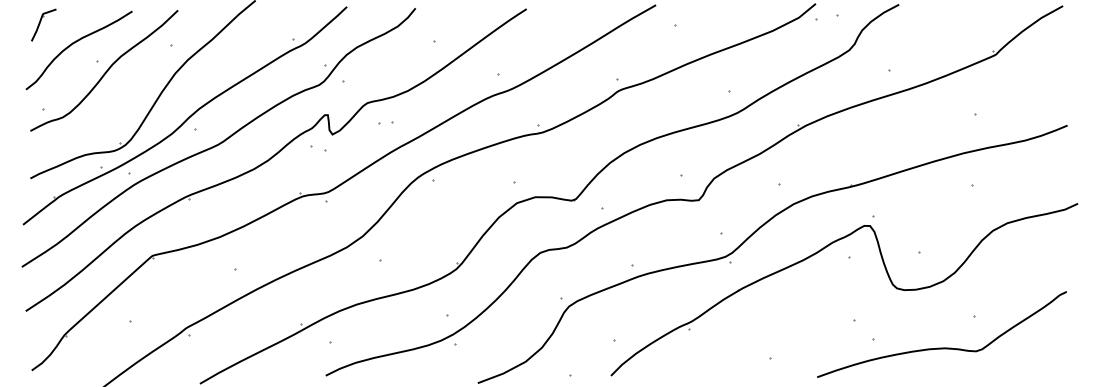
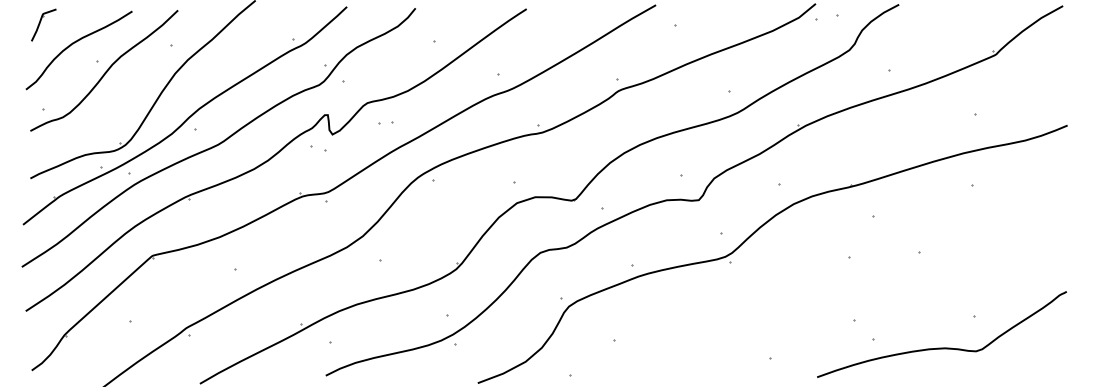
part at (819, 252): present -> none
